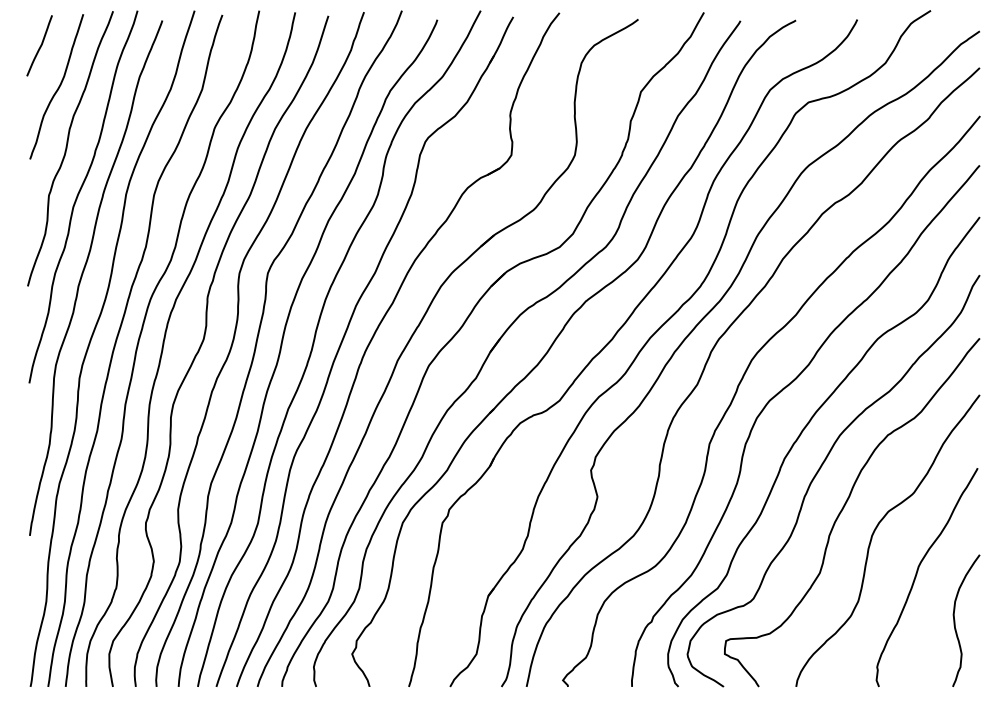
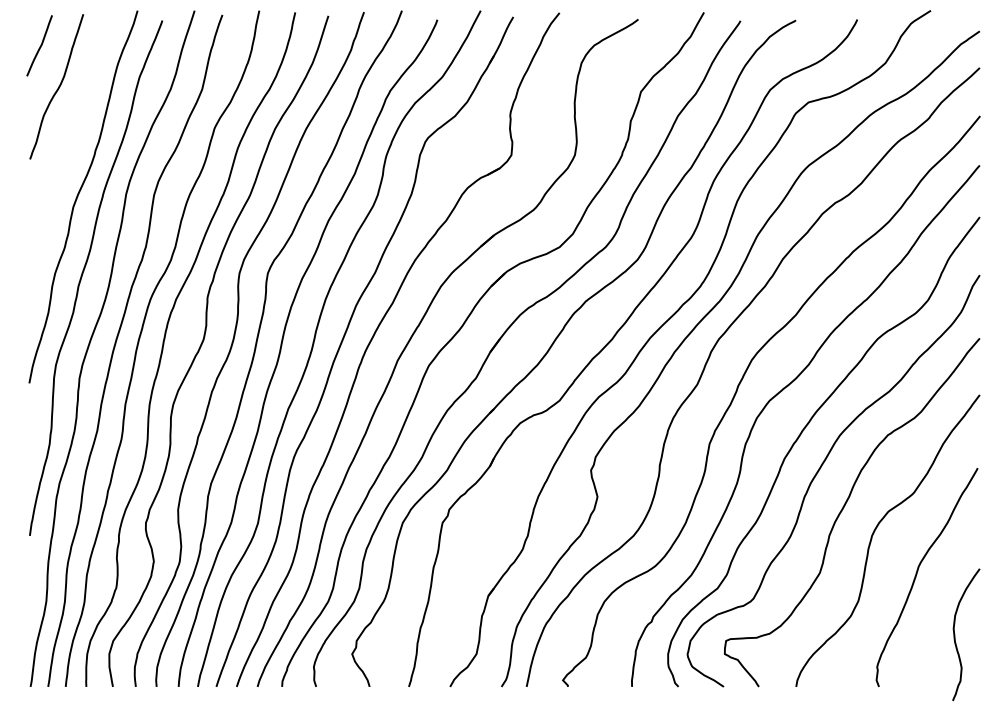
curve at (67, 148): present -> none
curve at (955, 620) position: (955, 620) -> (955, 634)
